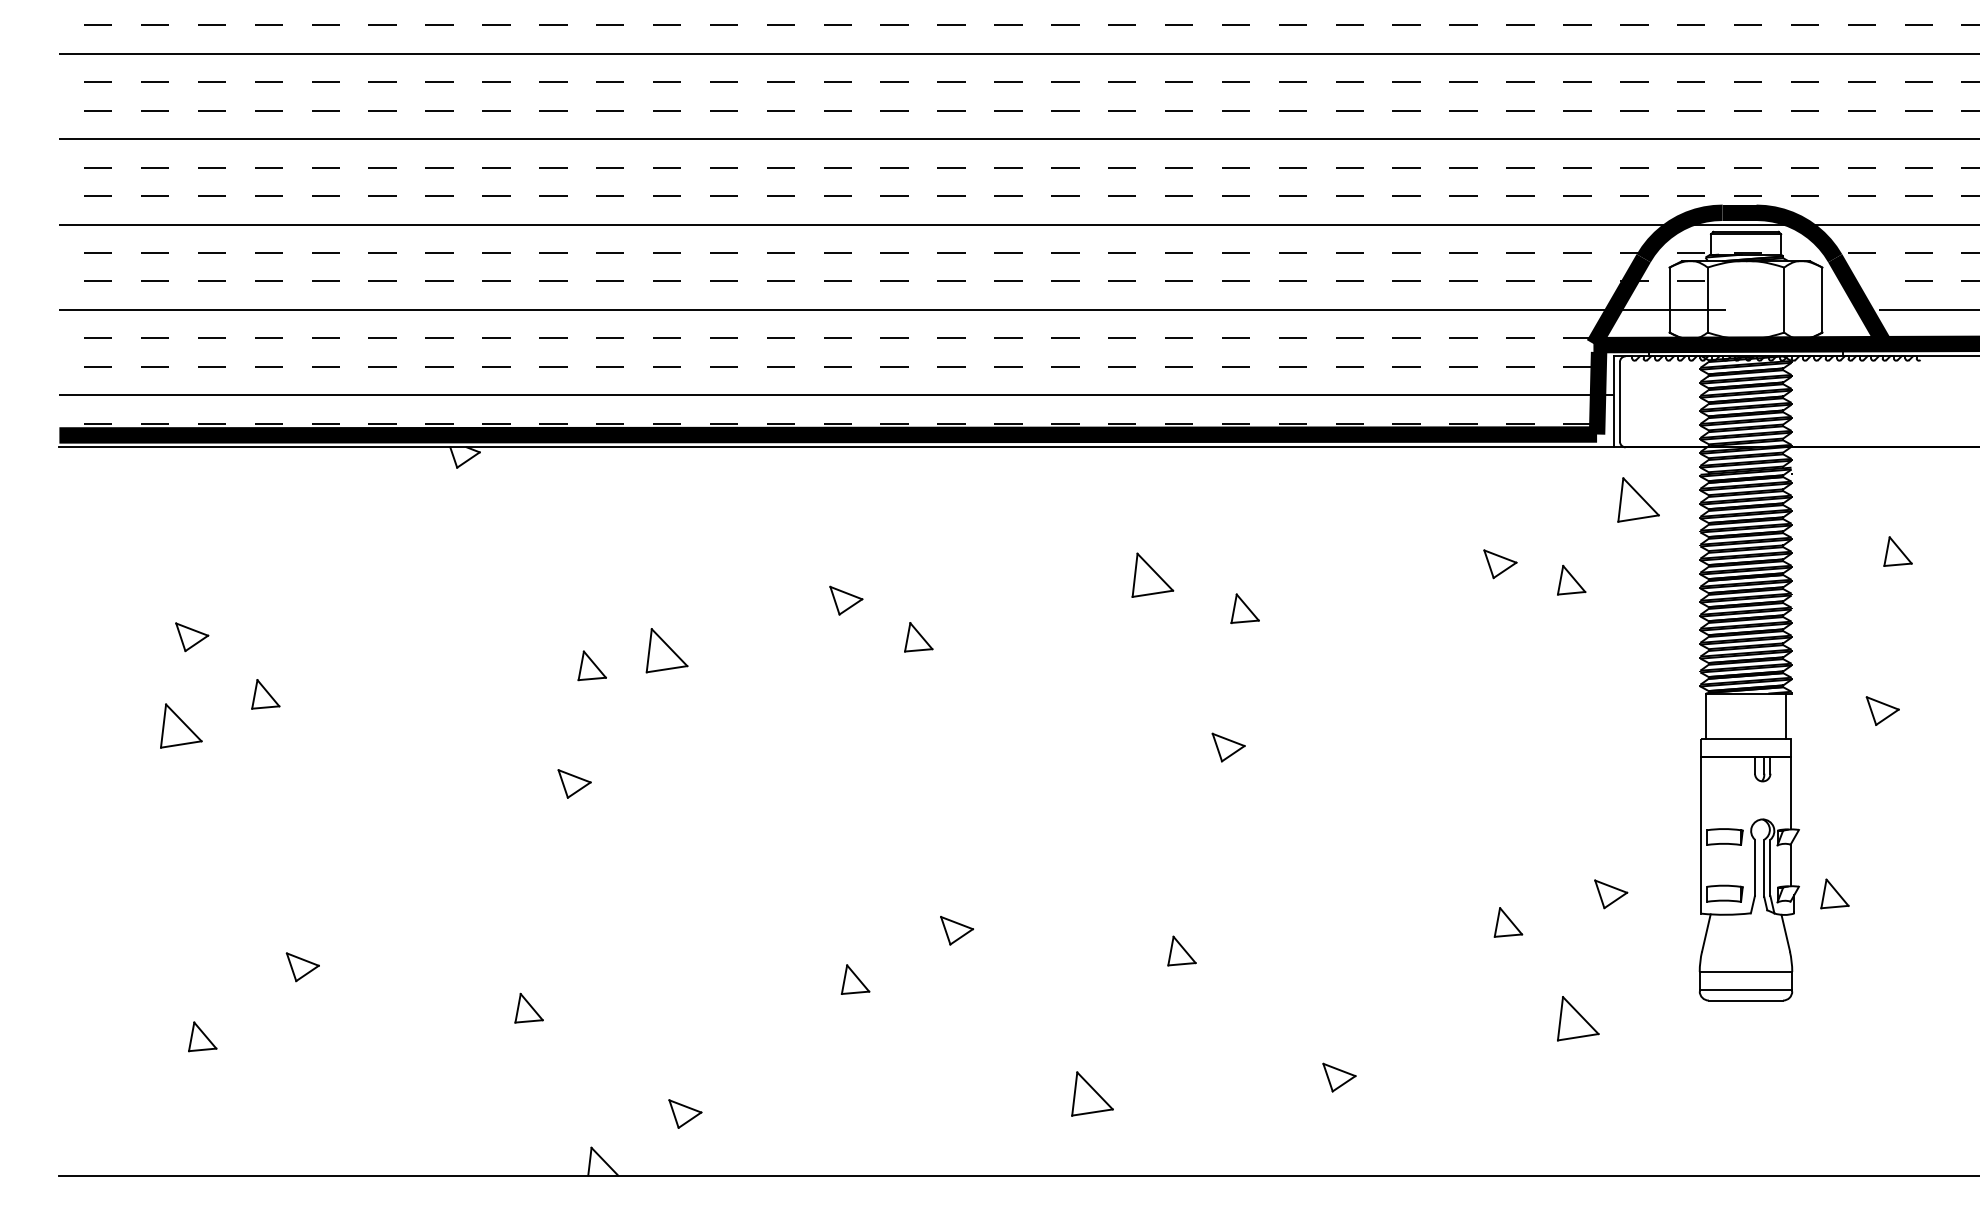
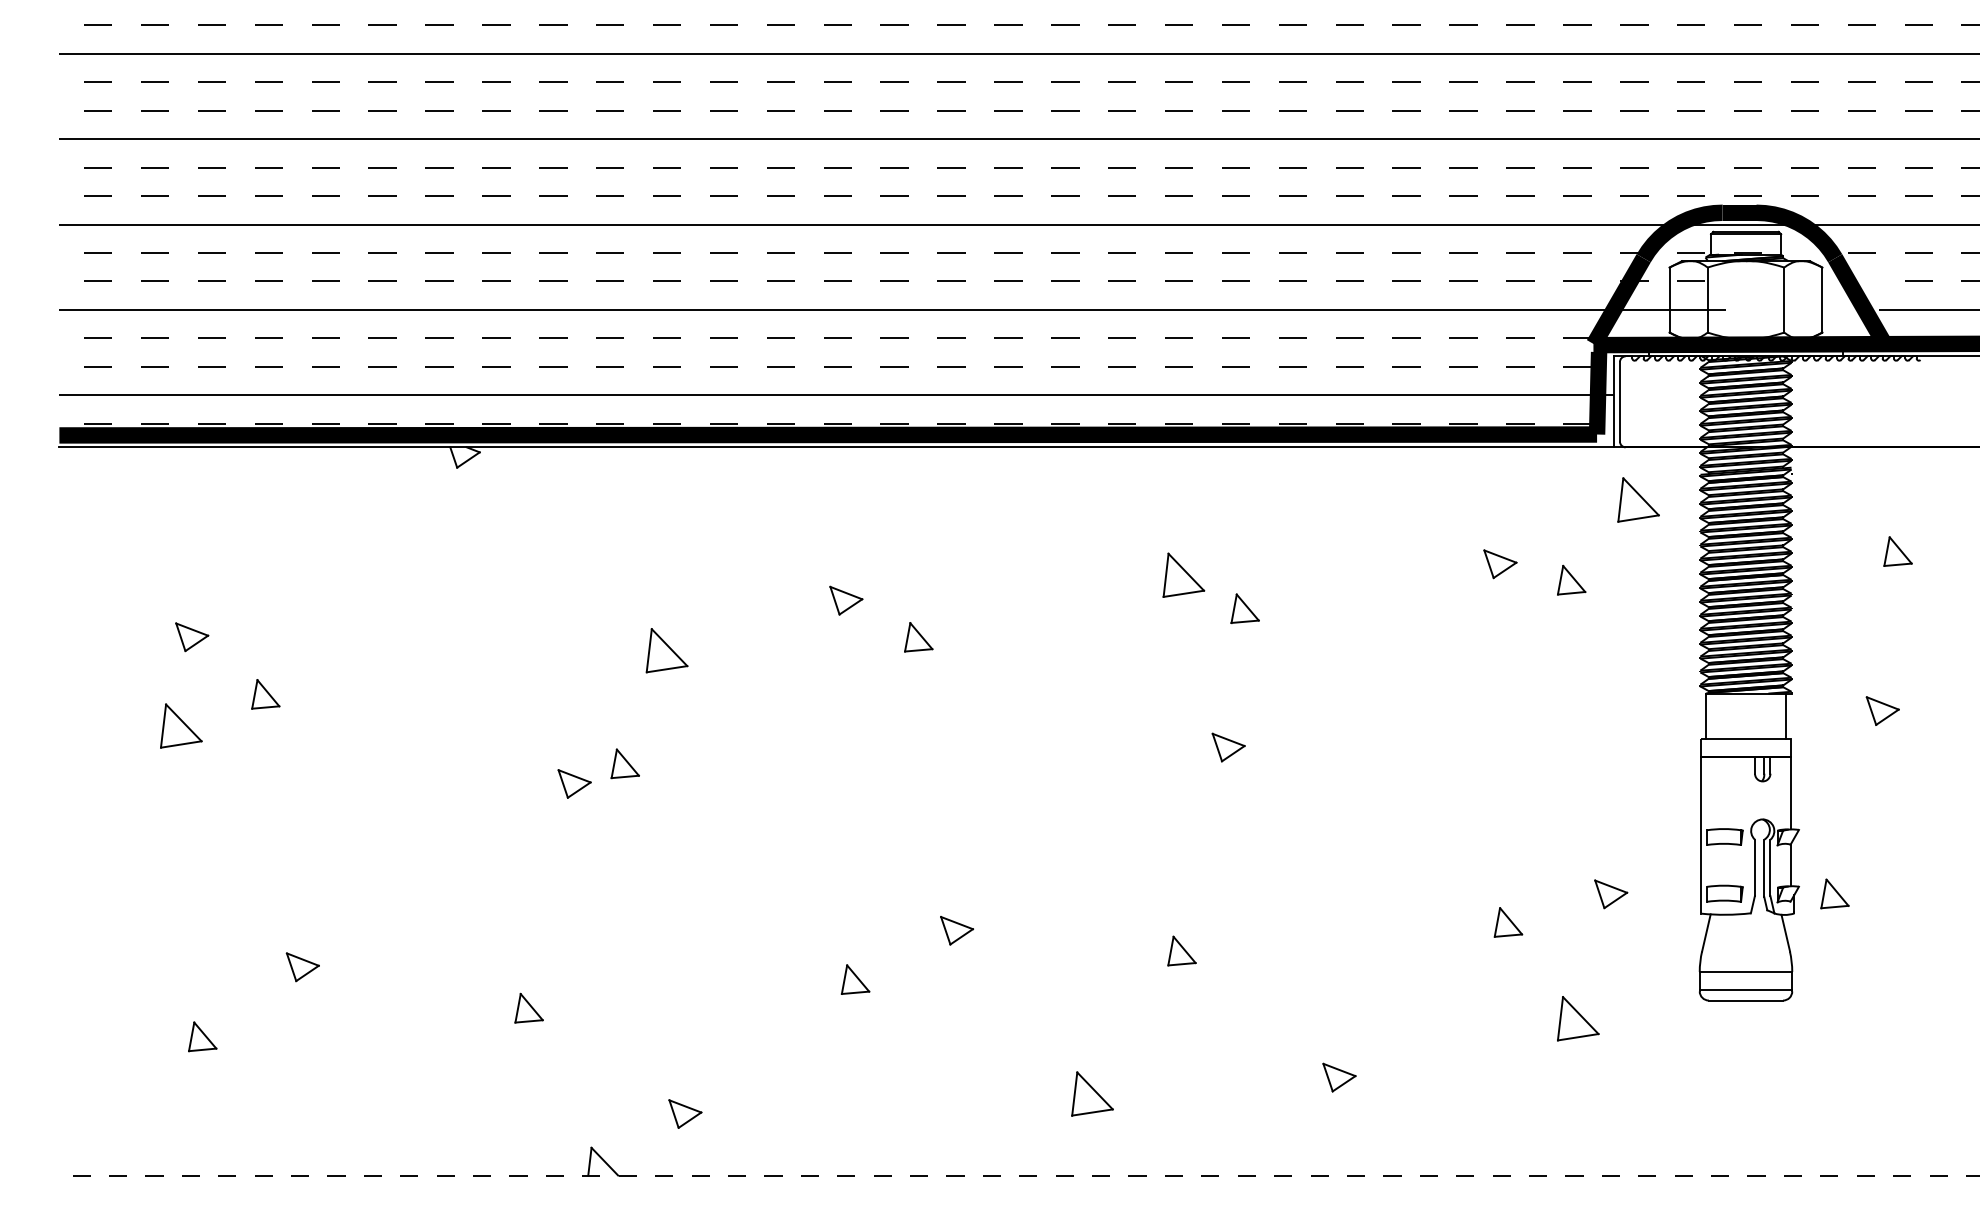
part at (1152, 574) position: (1152, 574) -> (1183, 574)
part at (591, 665) position: (591, 665) -> (624, 763)
line at (1019, 1175): solid -> dashed
